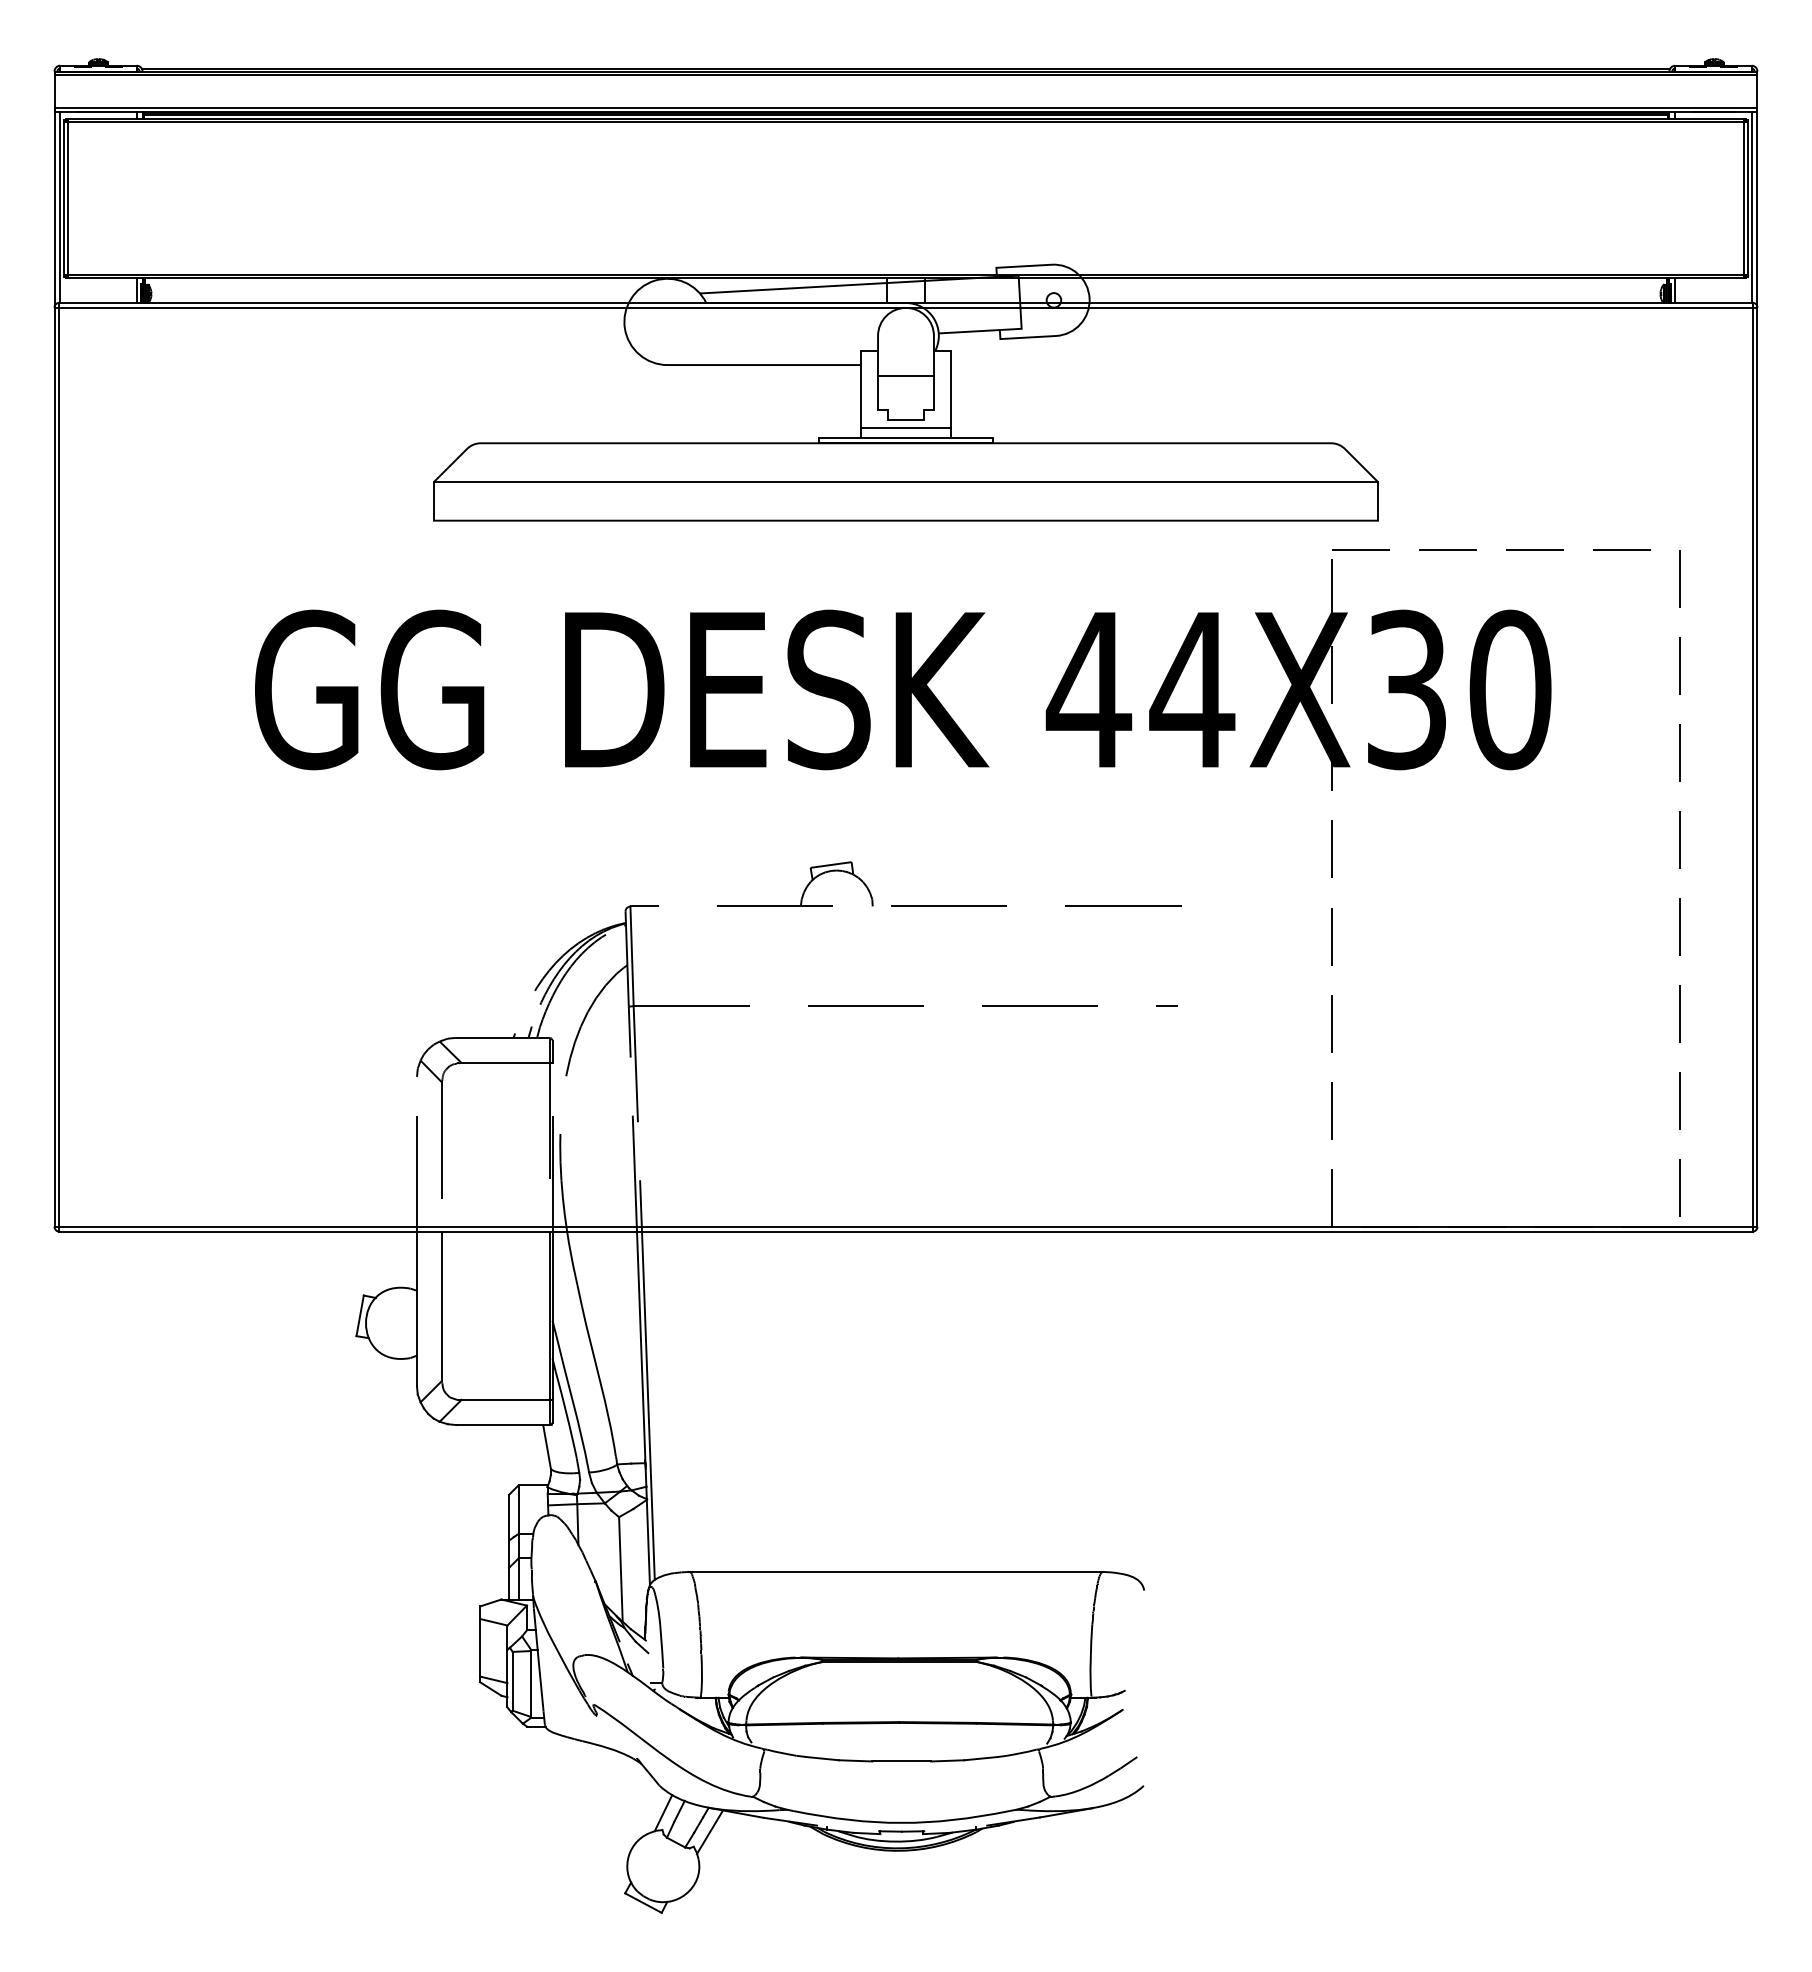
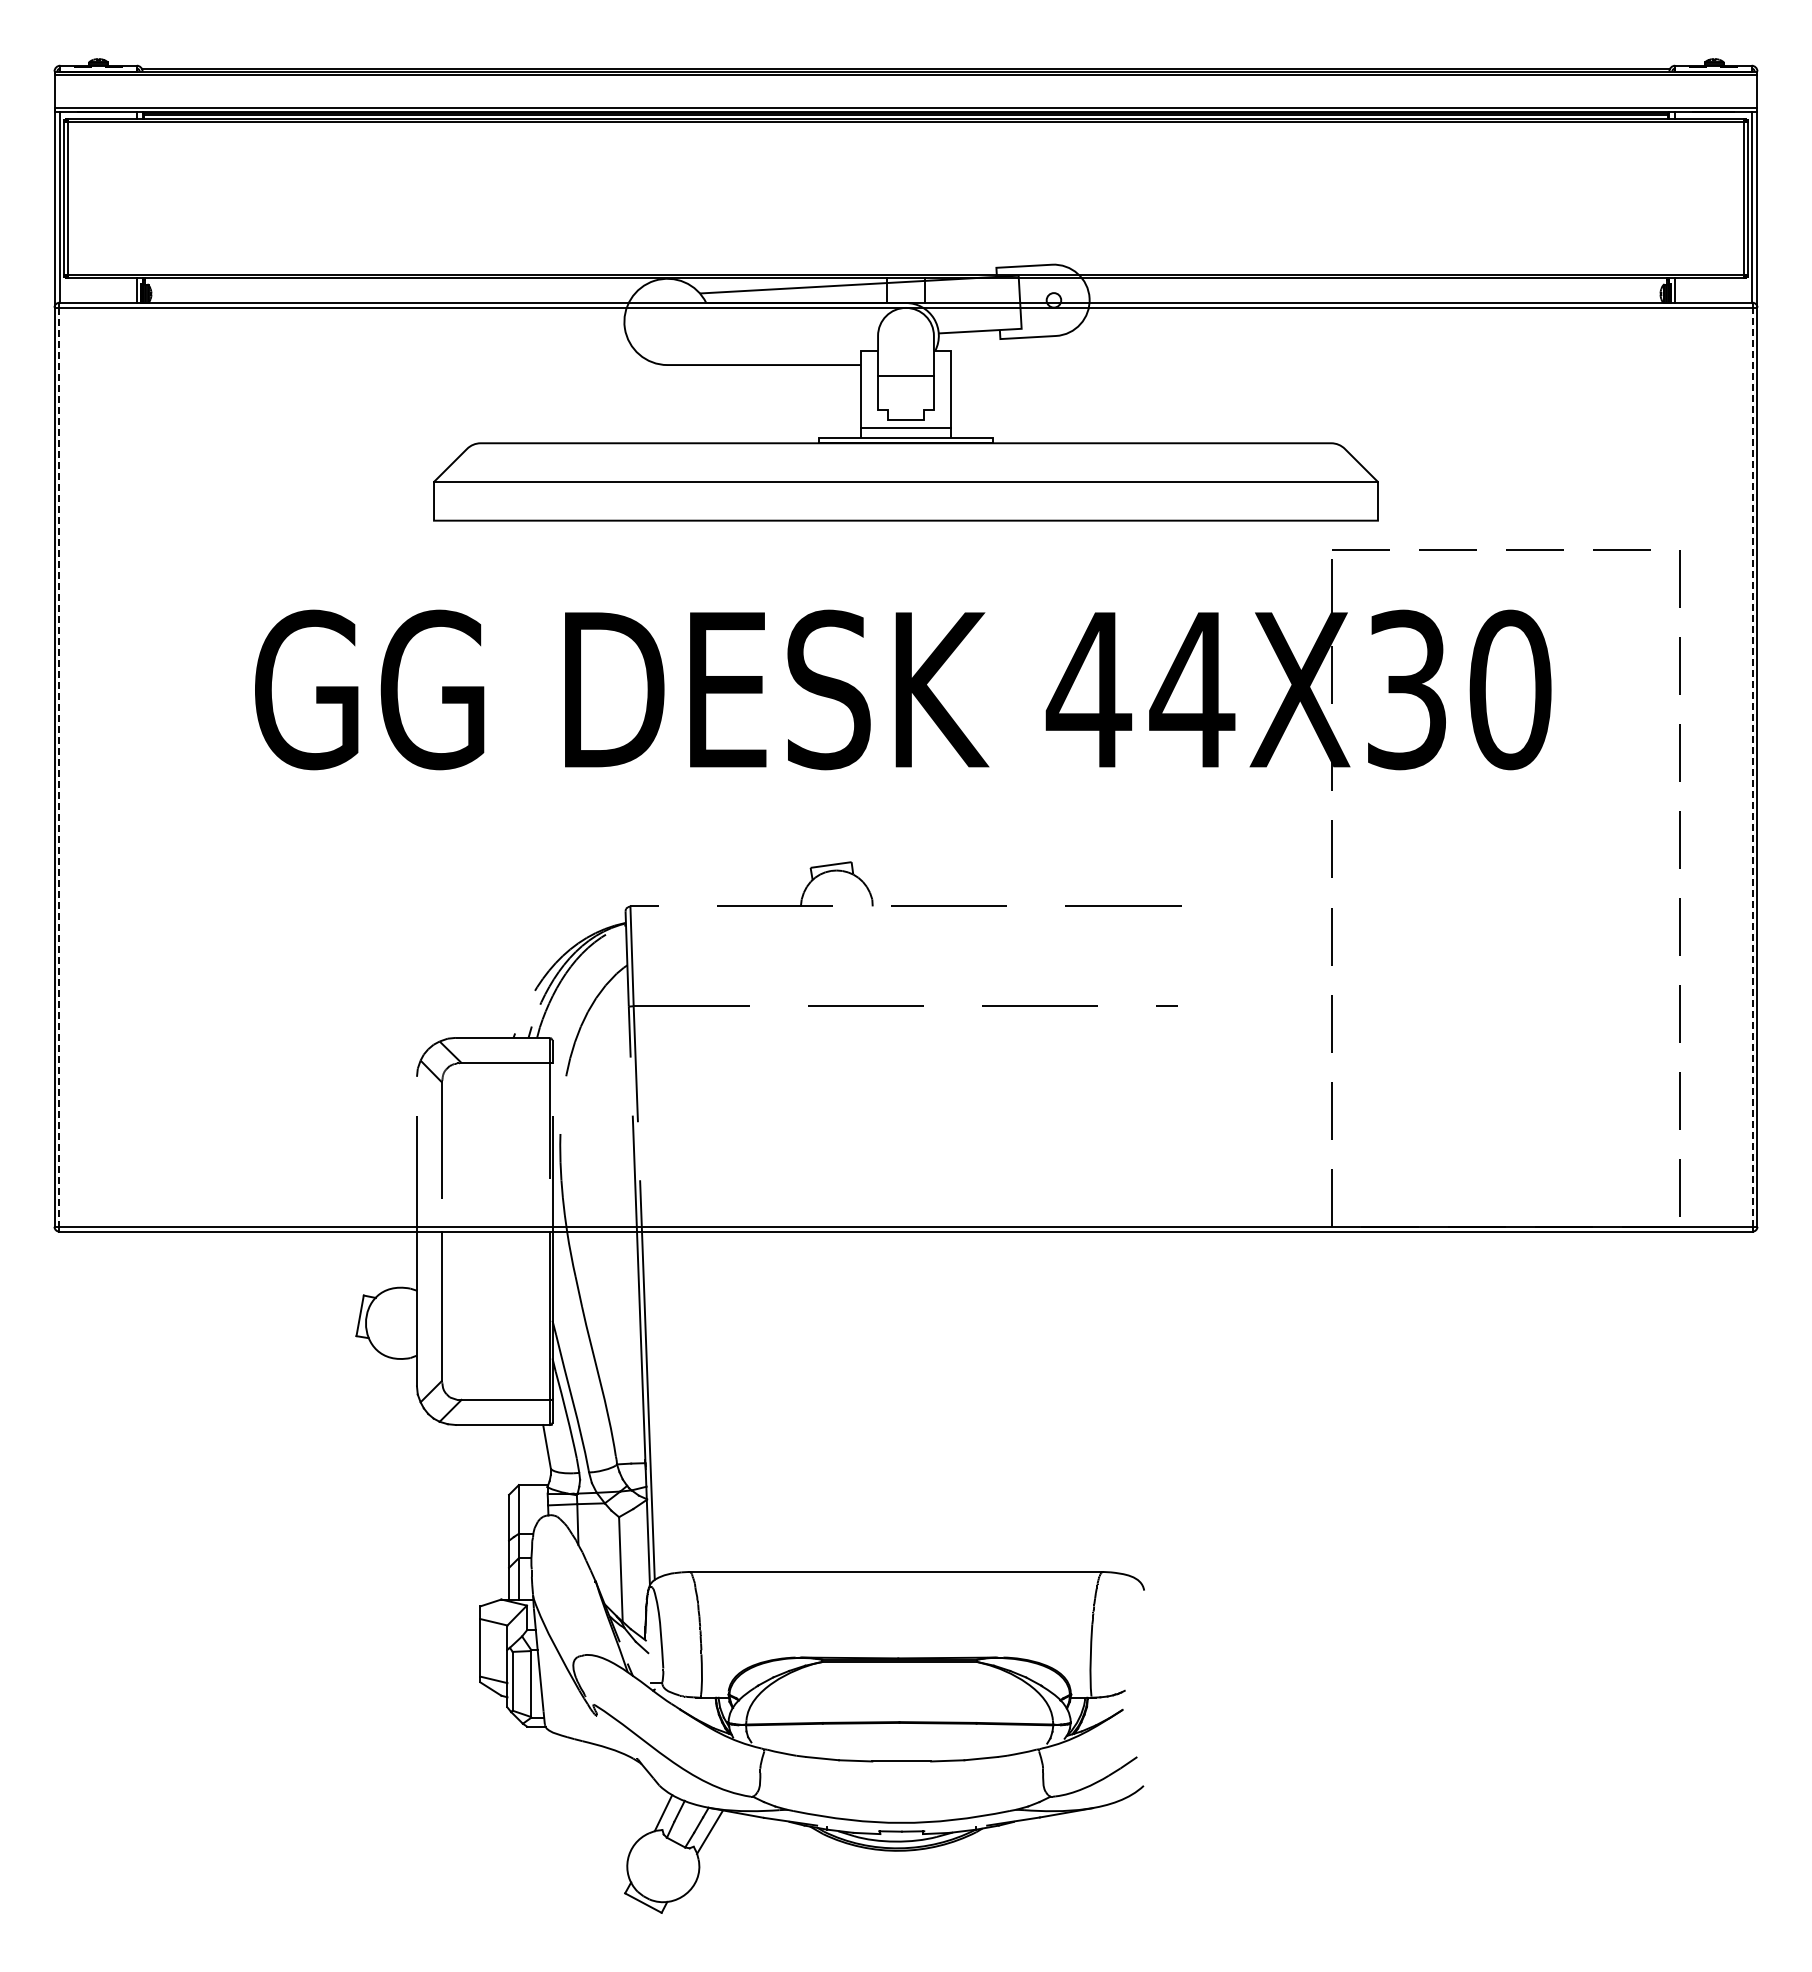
line at (59, 767): solid -> dashed
line at (1752, 767): solid -> dashed
